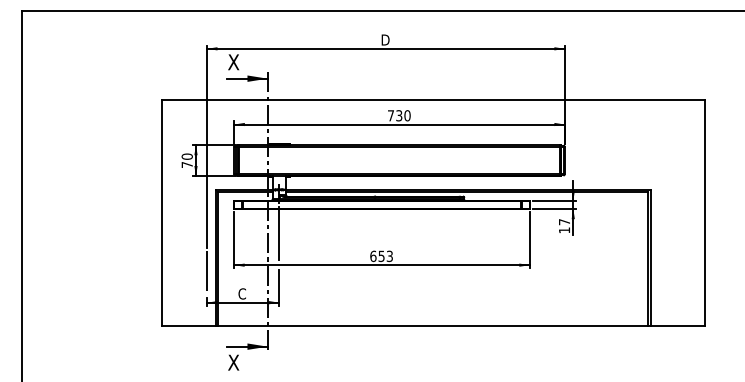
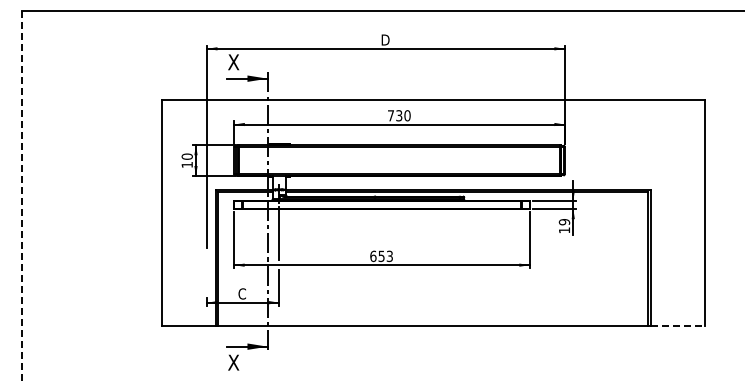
text at (186, 164): 70 -> 10
line at (22, 196): solid -> dashed
text at (564, 222): 17 -> 19
line at (207, 272): present -> none
line at (678, 325): solid -> dashed
